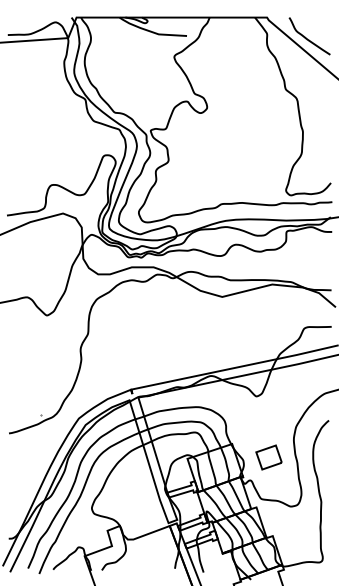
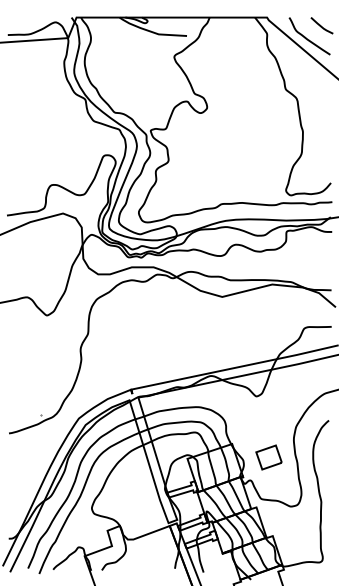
line at (321, 25): none -> present
